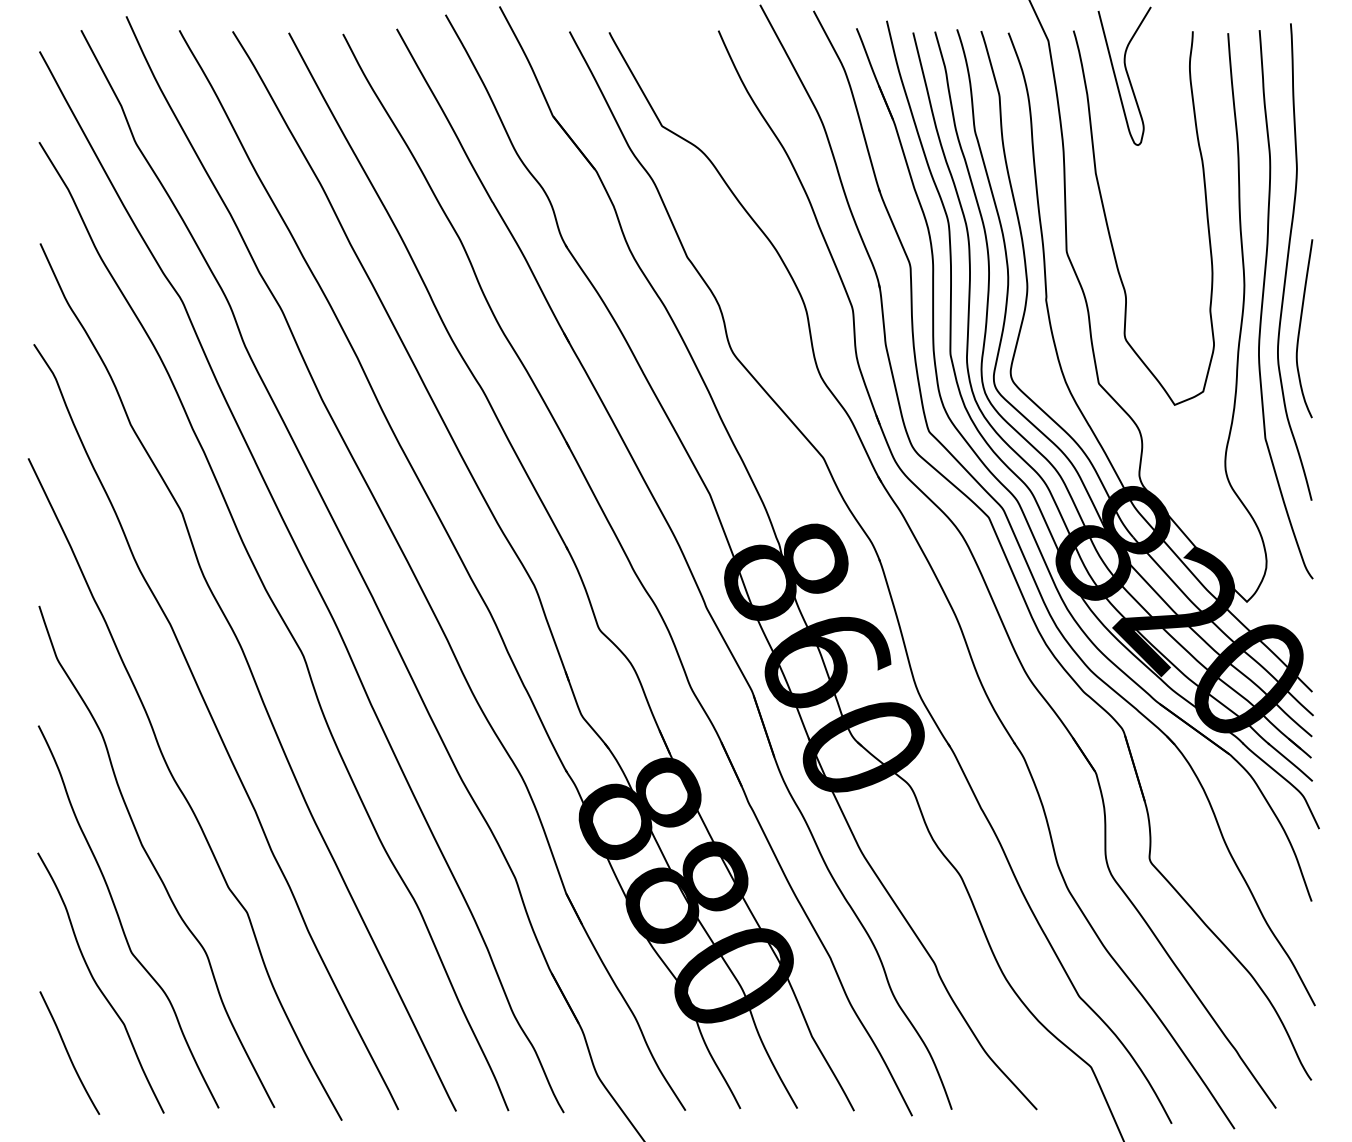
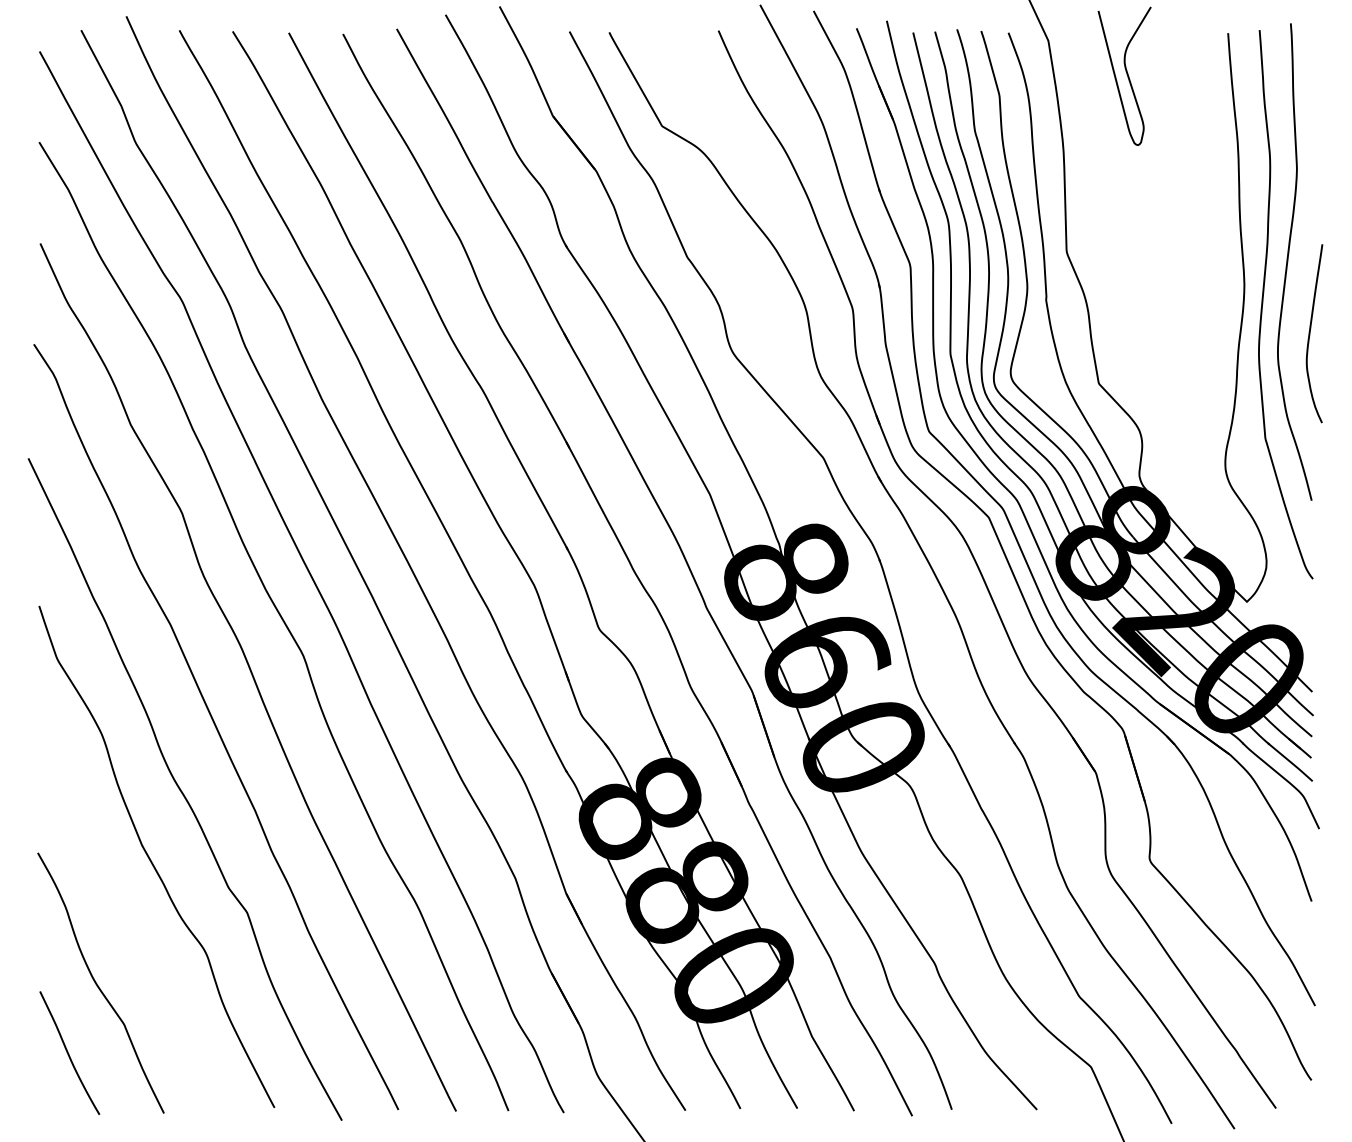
curve at (1108, 225): present -> none
curve at (1300, 328) position: (1300, 328) -> (1310, 333)
curve at (120, 918): present -> none
